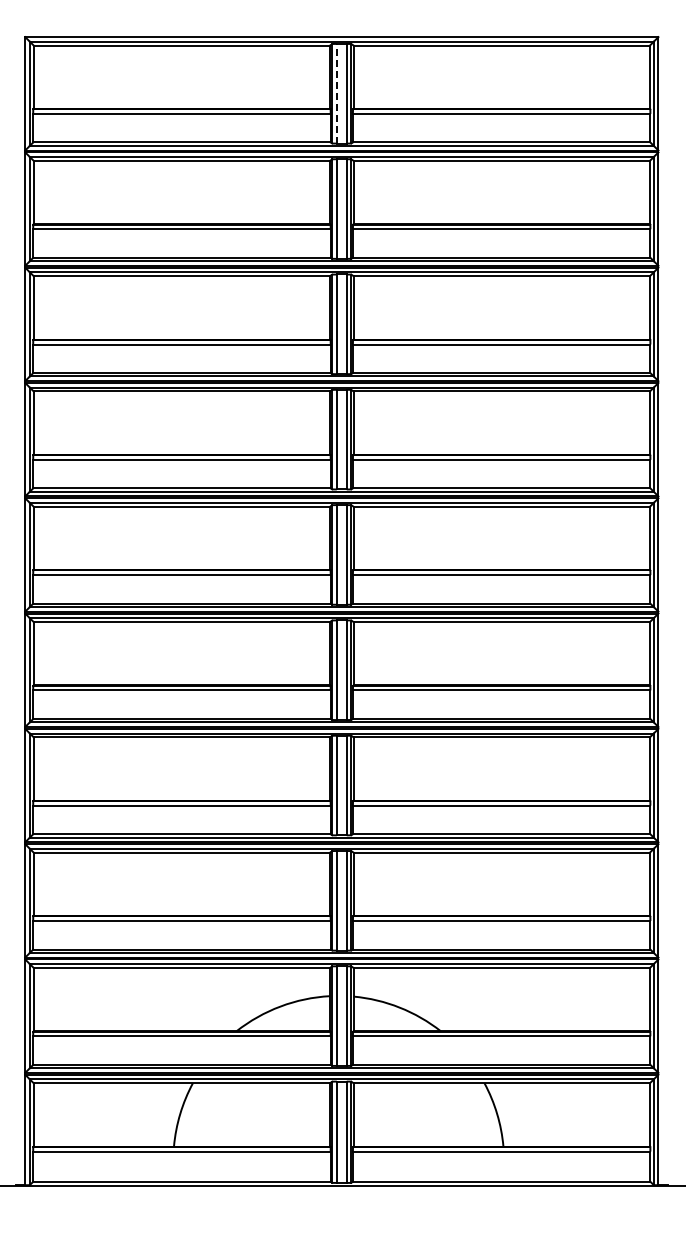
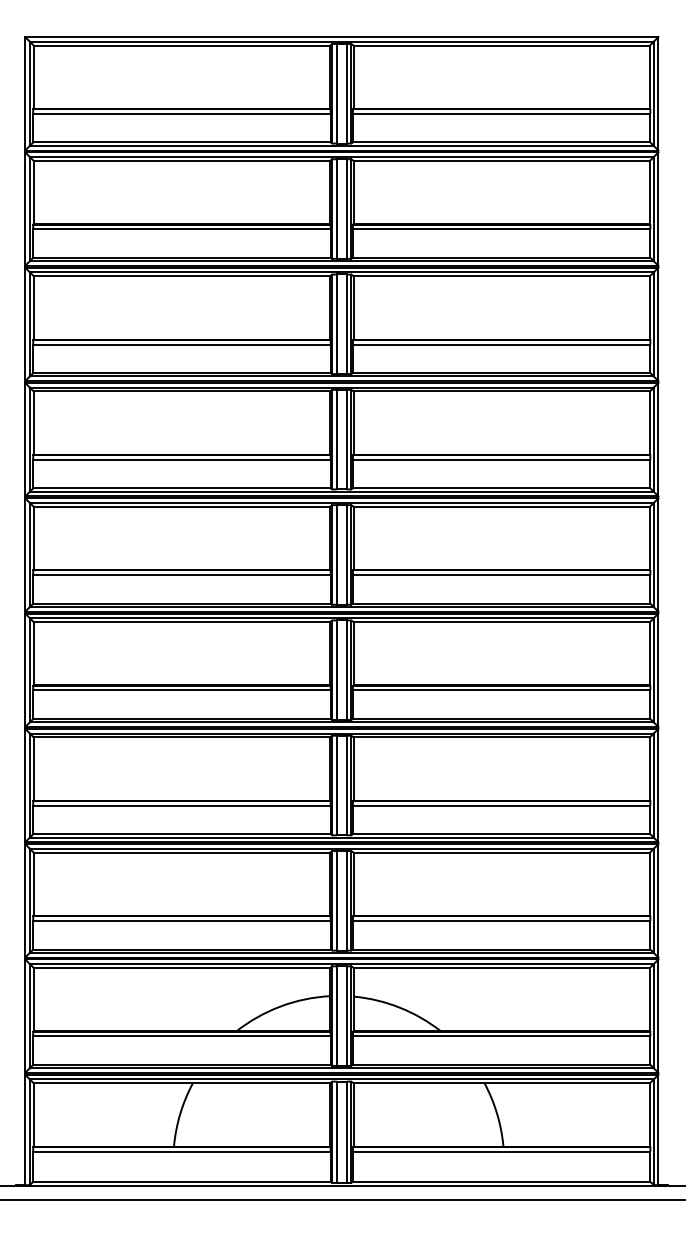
line at (336, 93): dashed -> solid
line at (342, 1199): none -> present
